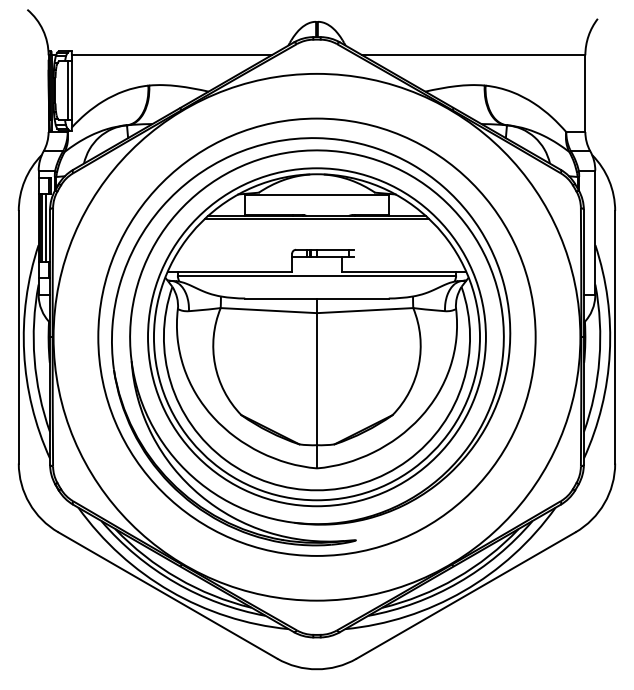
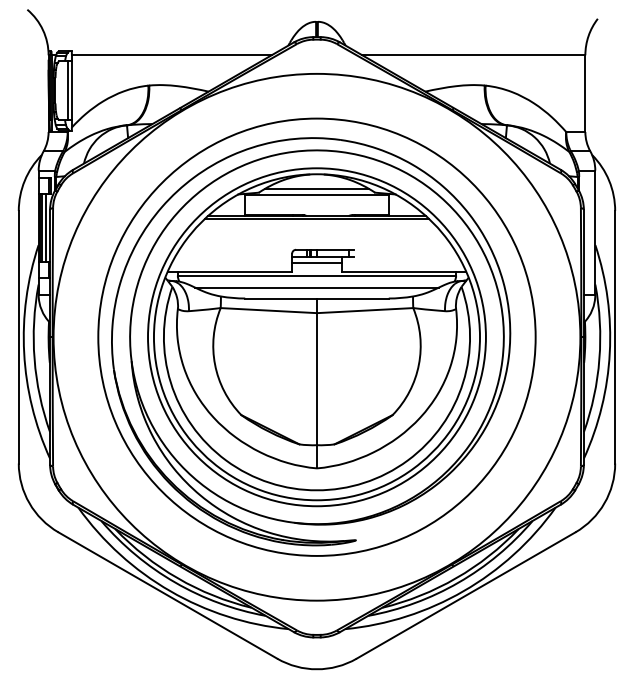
line at (316, 189): none -> present
line at (316, 262): none -> present
line at (316, 287): none -> present
